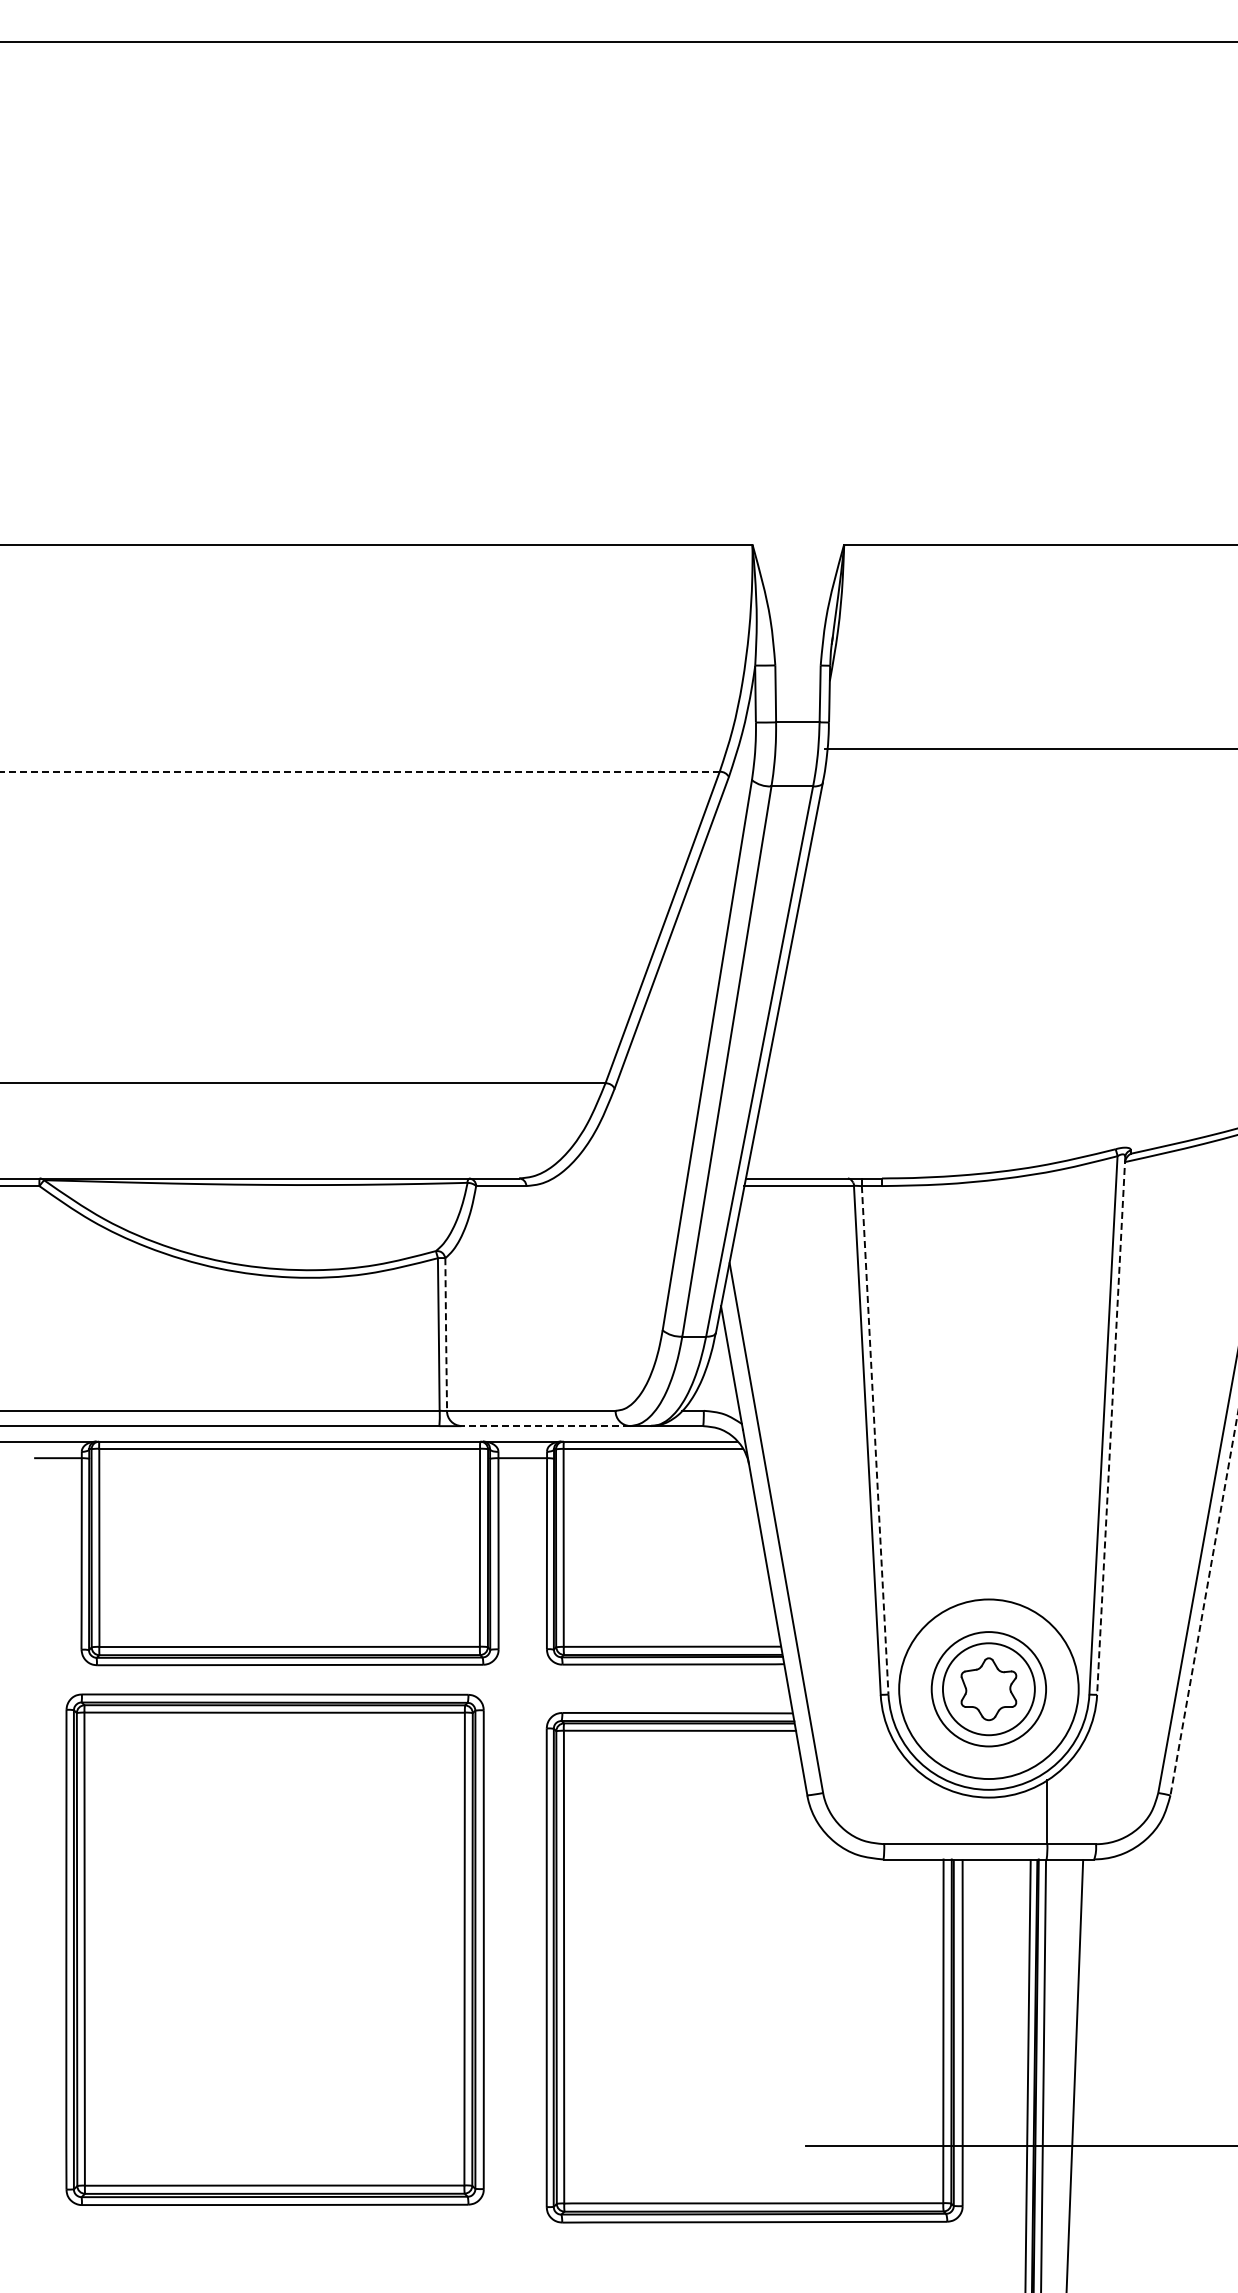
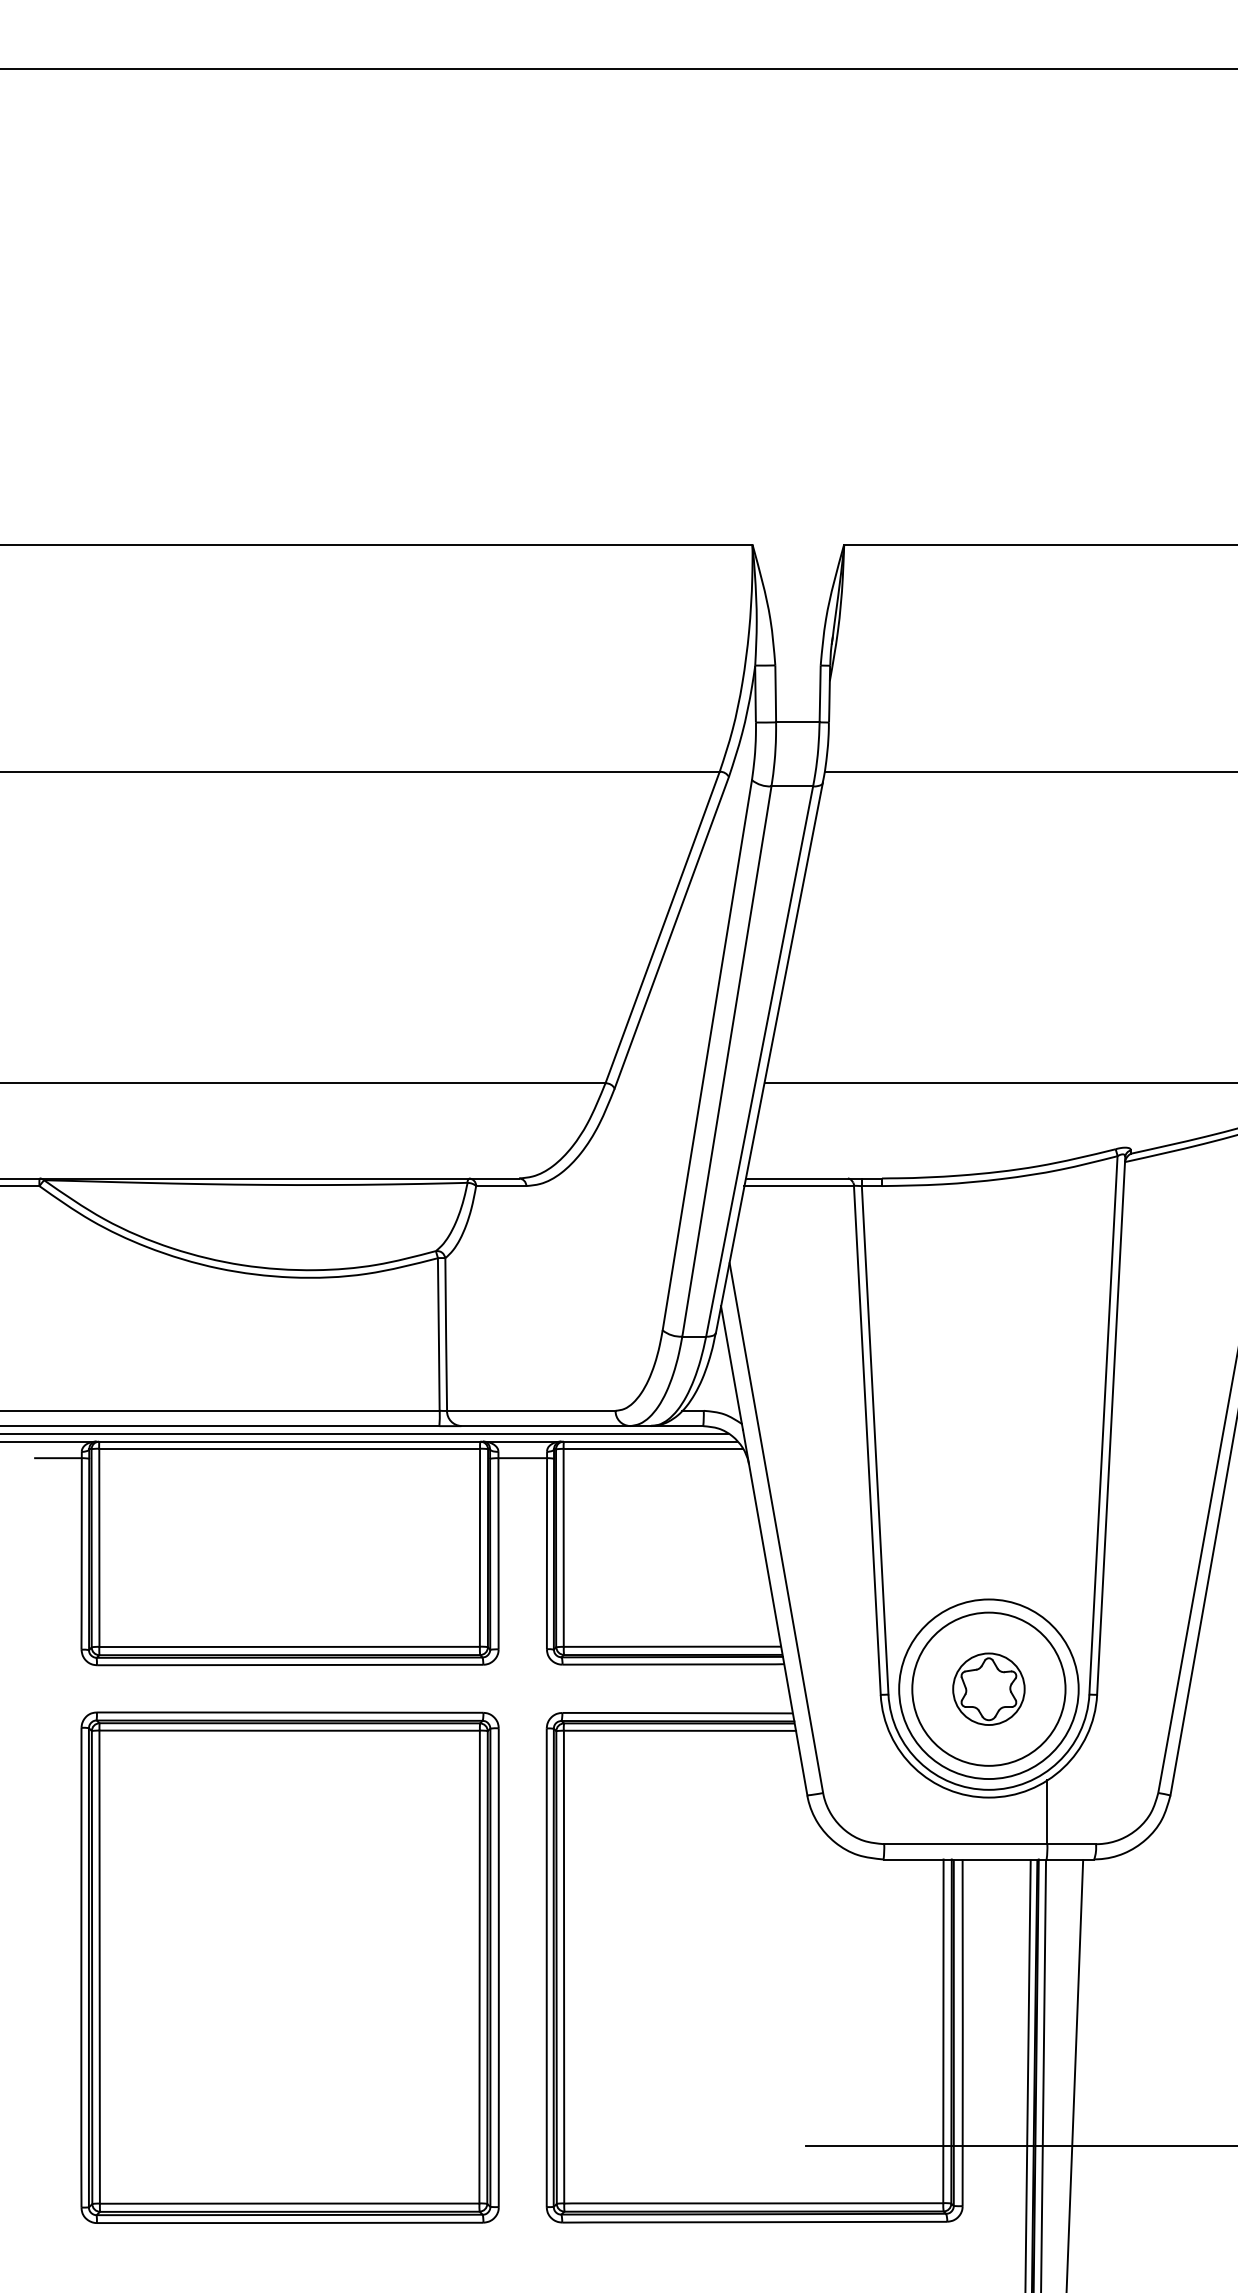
line at (618, 41) position: (618, 41) -> (618, 68)
line at (1029, 748) position: (1029, 748) -> (1029, 771)
line at (360, 771): dashed -> solid
line at (999, 1083): none -> present
line at (446, 1334): dashed -> solid
line at (545, 1426): dashed -> solid
line at (1111, 1426): dashed -> solid
line at (364, 1433): none -> present
line at (875, 1440): dashed -> solid
line at (1204, 1604): dashed -> solid
circle at (988, 1689) diameter: 114 px -> 72 px
circle at (988, 1689) diameter: 92 px -> 153 px
part at (274, 1949) position: (274, 1949) -> (289, 1967)
